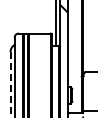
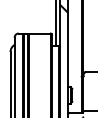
line at (10, 84): dashed -> solid
